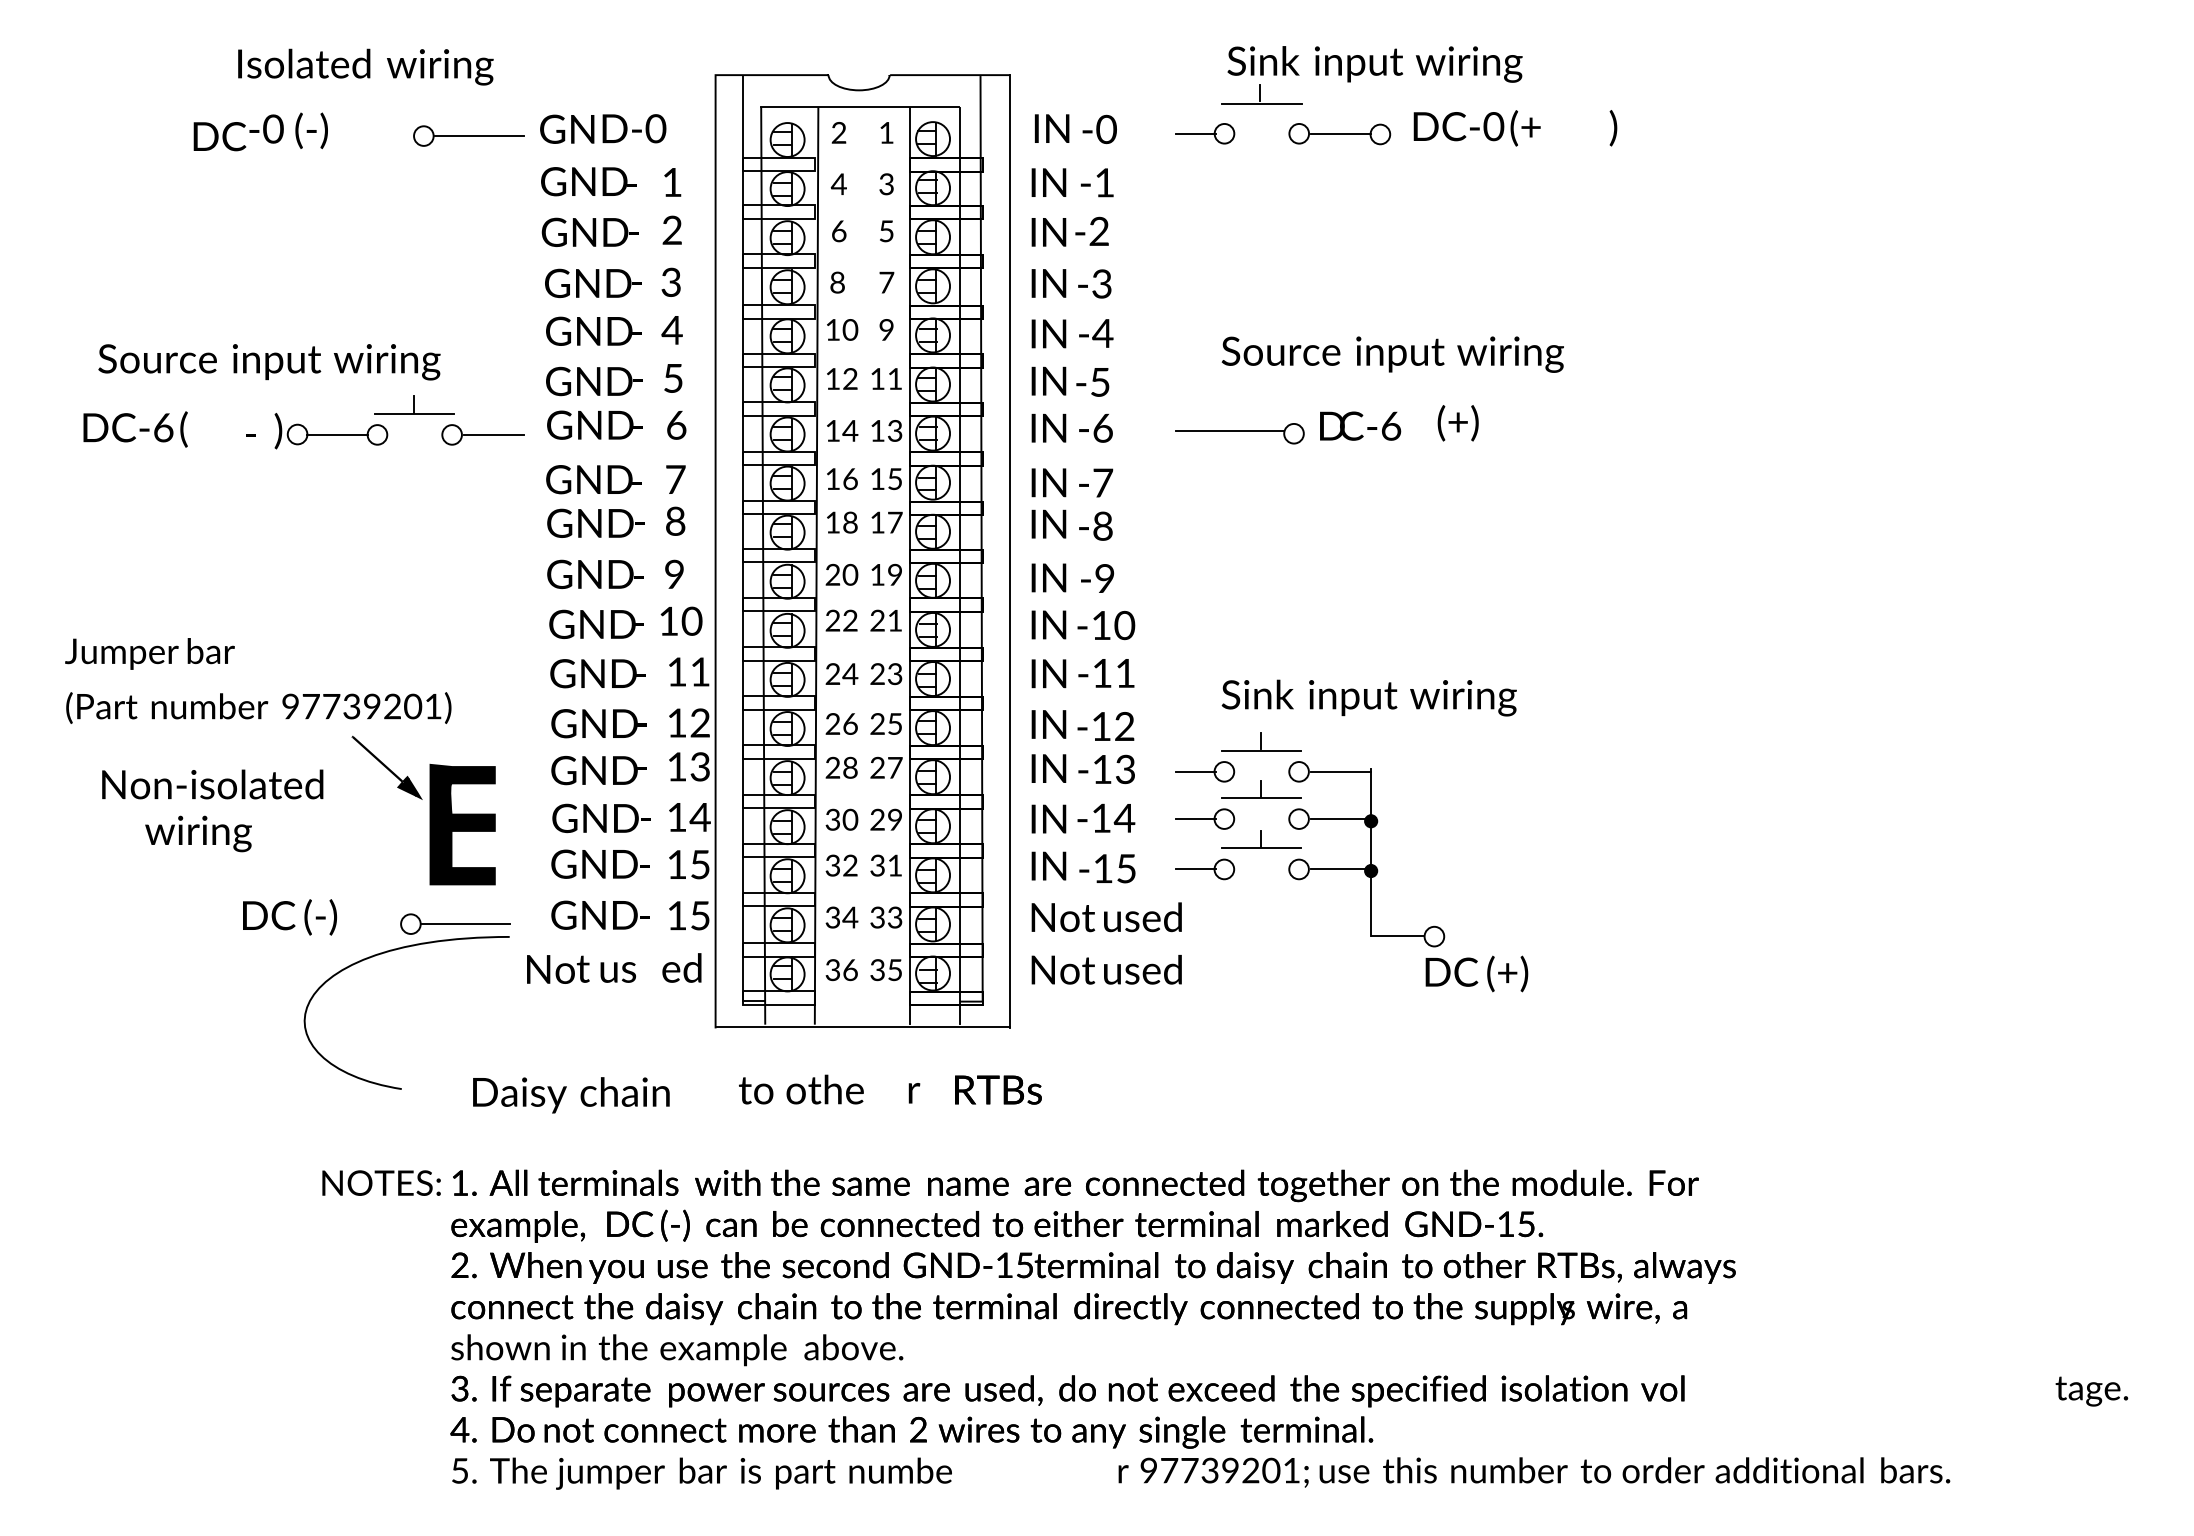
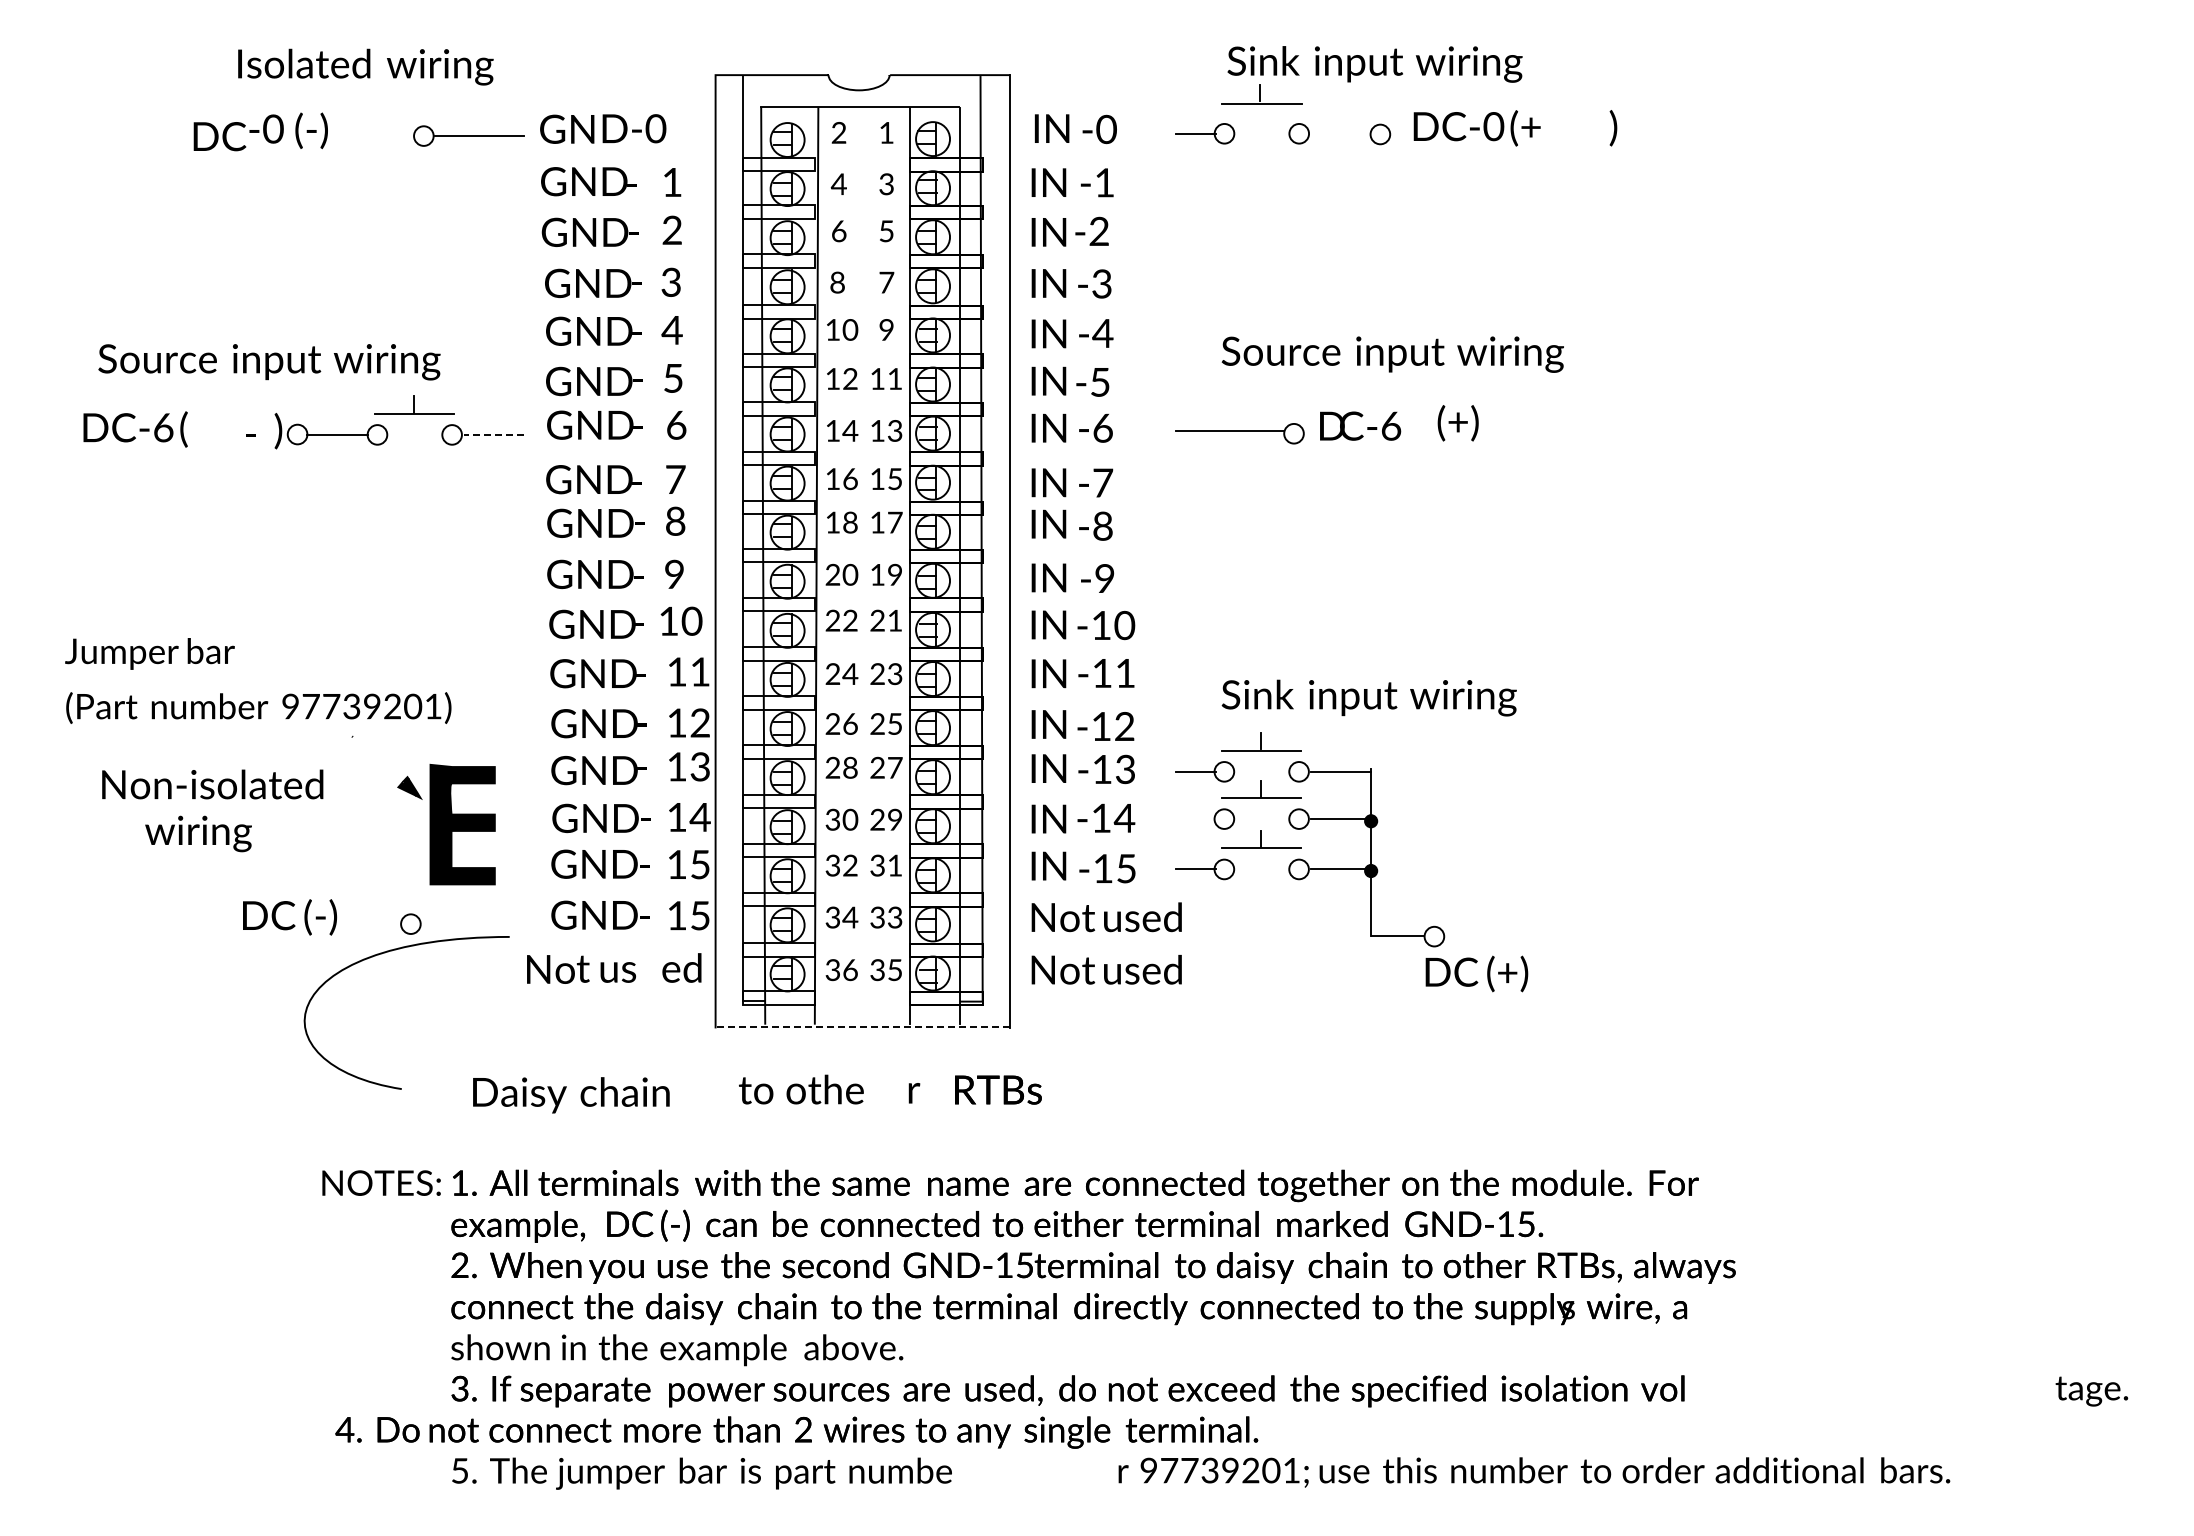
line at (1340, 133): present -> none
line at (493, 434): solid -> dashed
fill at (377, 759): present -> none
line at (1195, 819): present -> none
line at (465, 924): present -> none
line at (863, 1027): solid -> dashed
text at (911, 1432) position: (911, 1432) -> (796, 1432)
